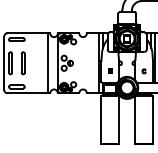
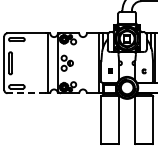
part at (22, 63): present -> none
line at (26, 93): solid -> dashed
